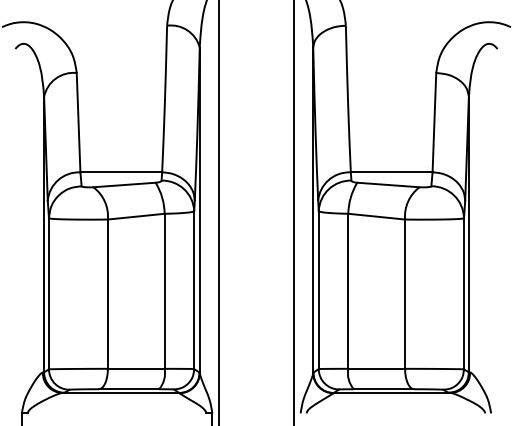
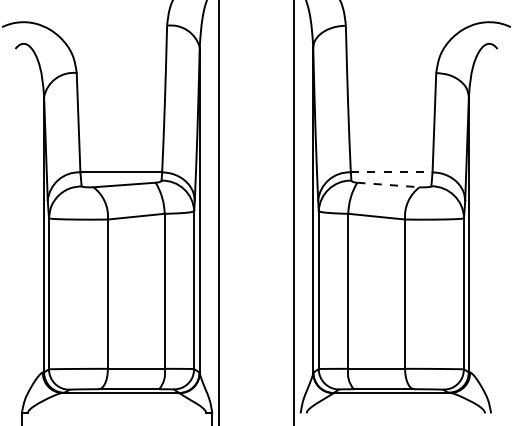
line at (391, 172): solid -> dashed
line at (388, 185): solid -> dashed
